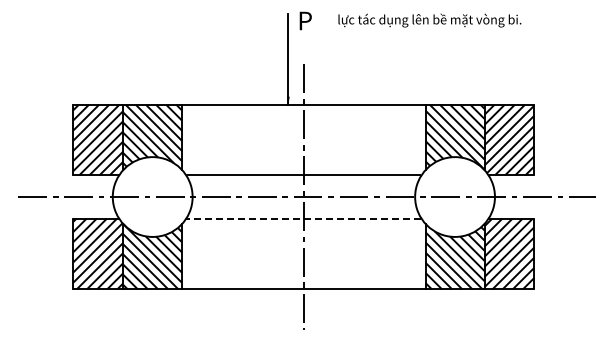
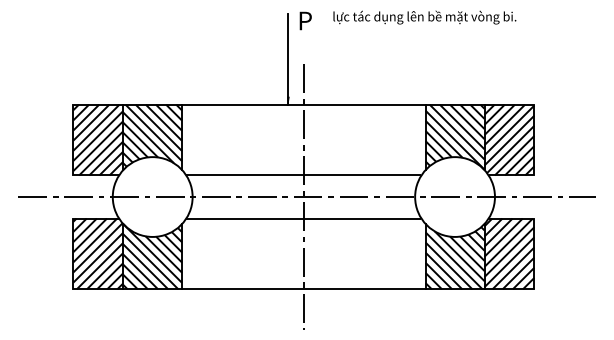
text at (429, 20) position: (429, 20) -> (424, 17)
line at (303, 218): dashed -> solid
